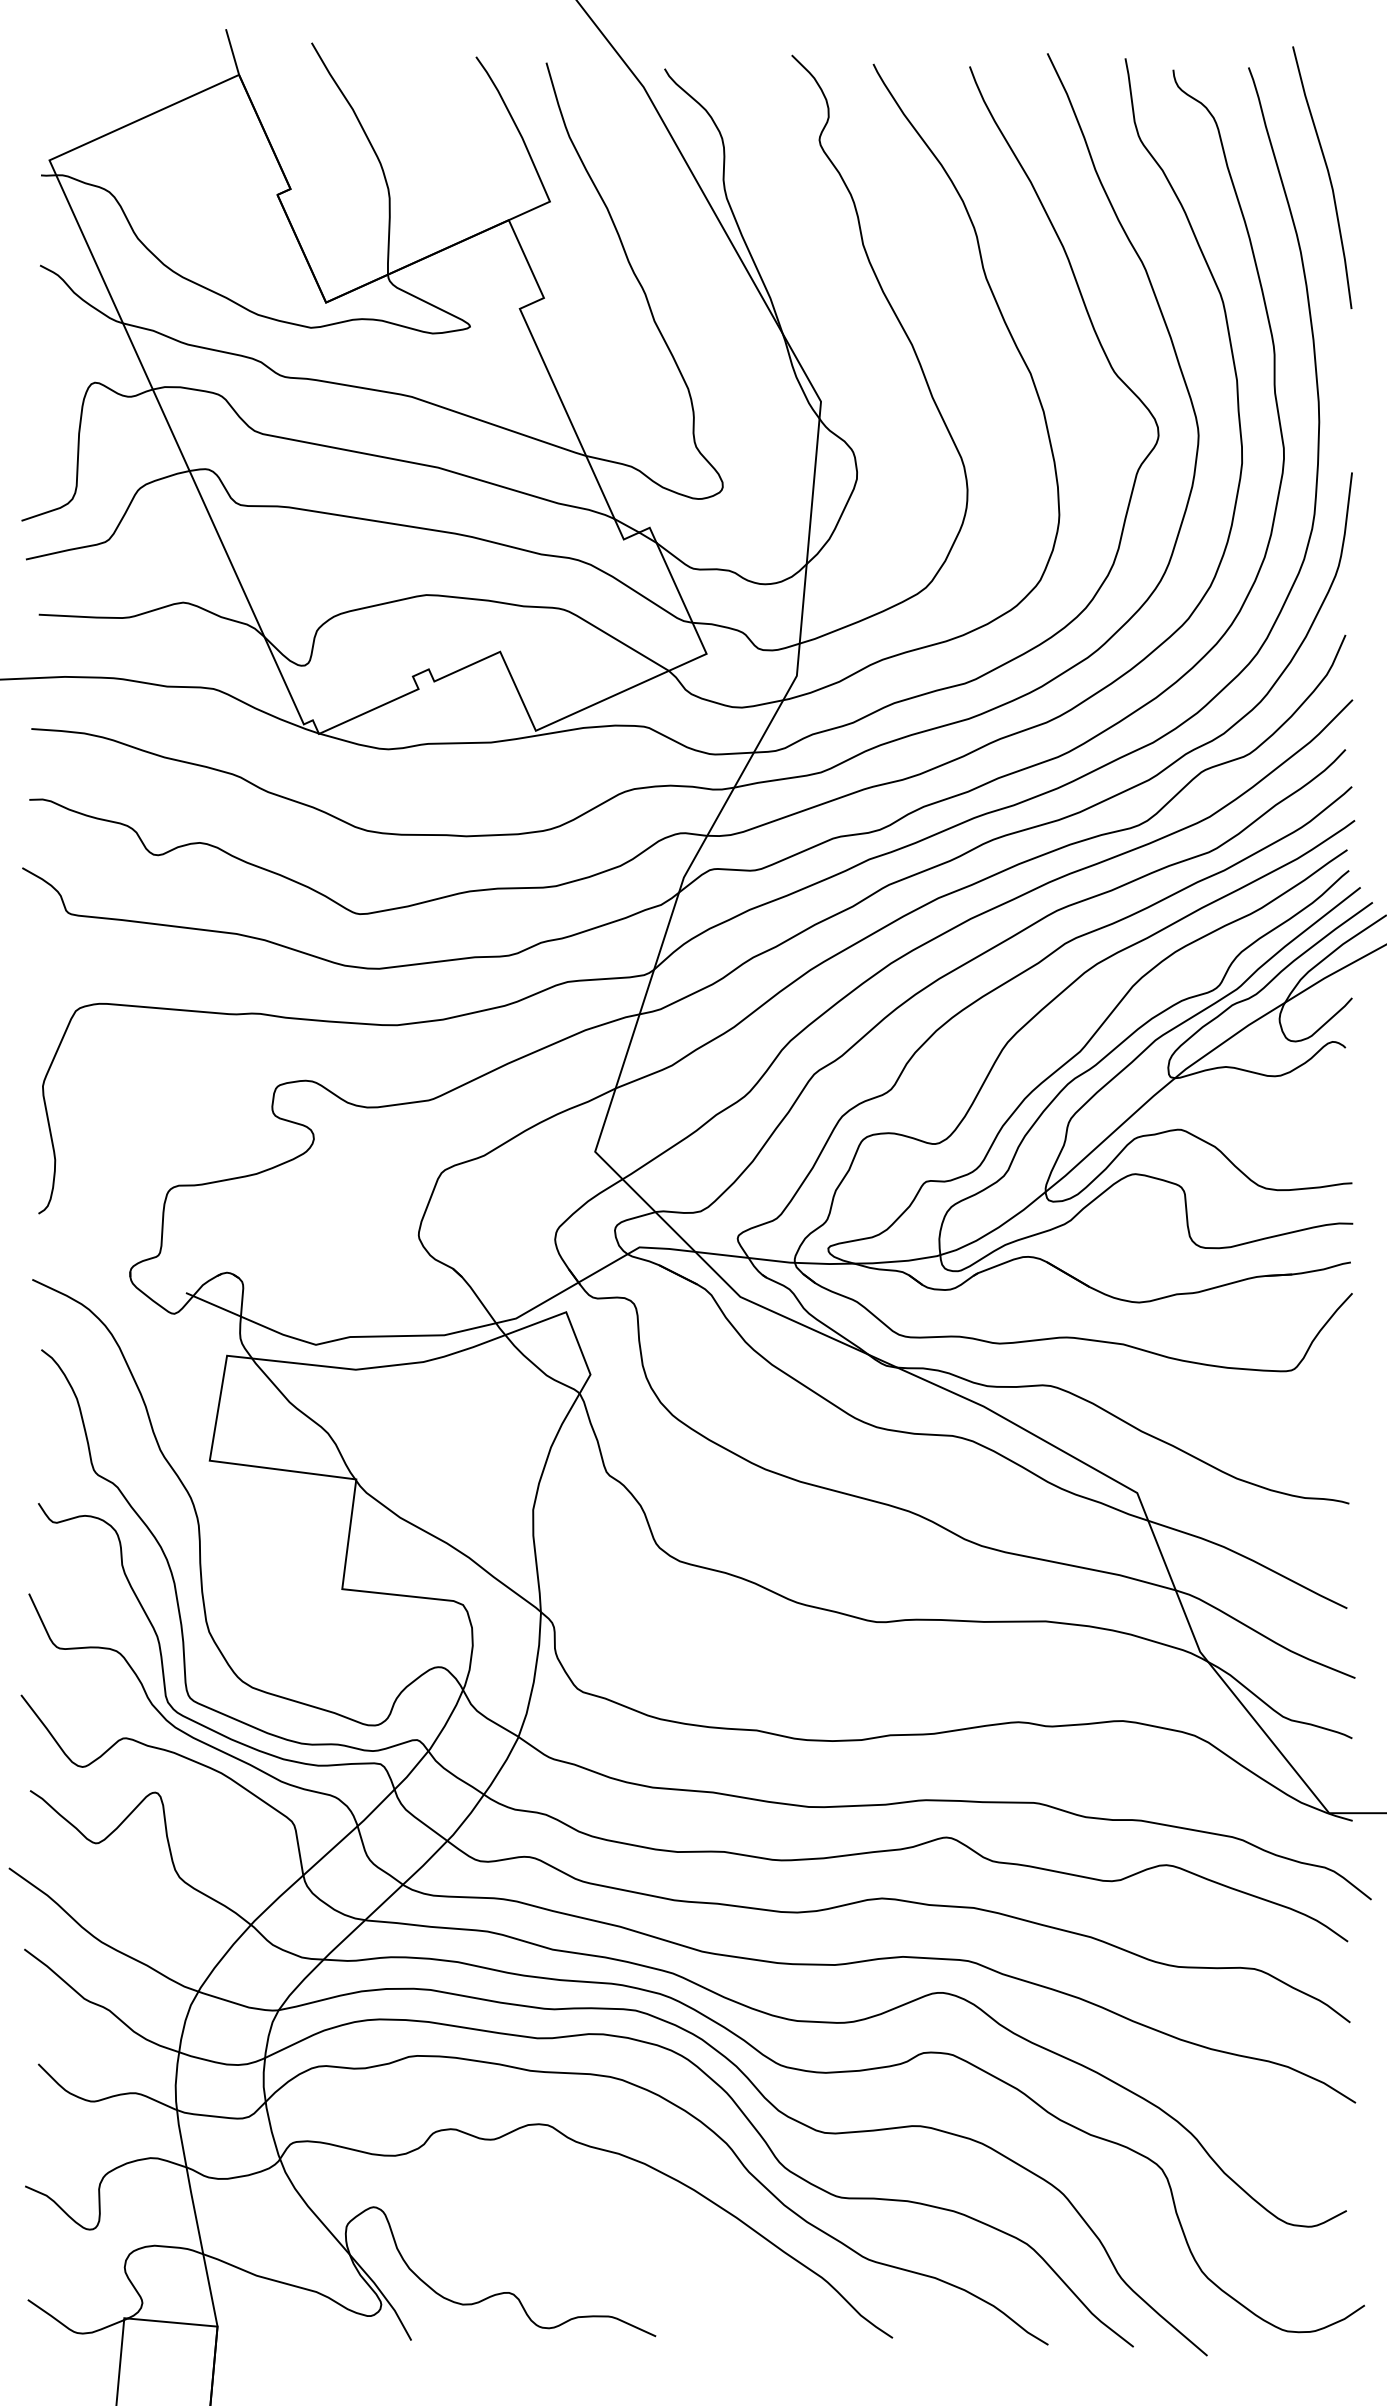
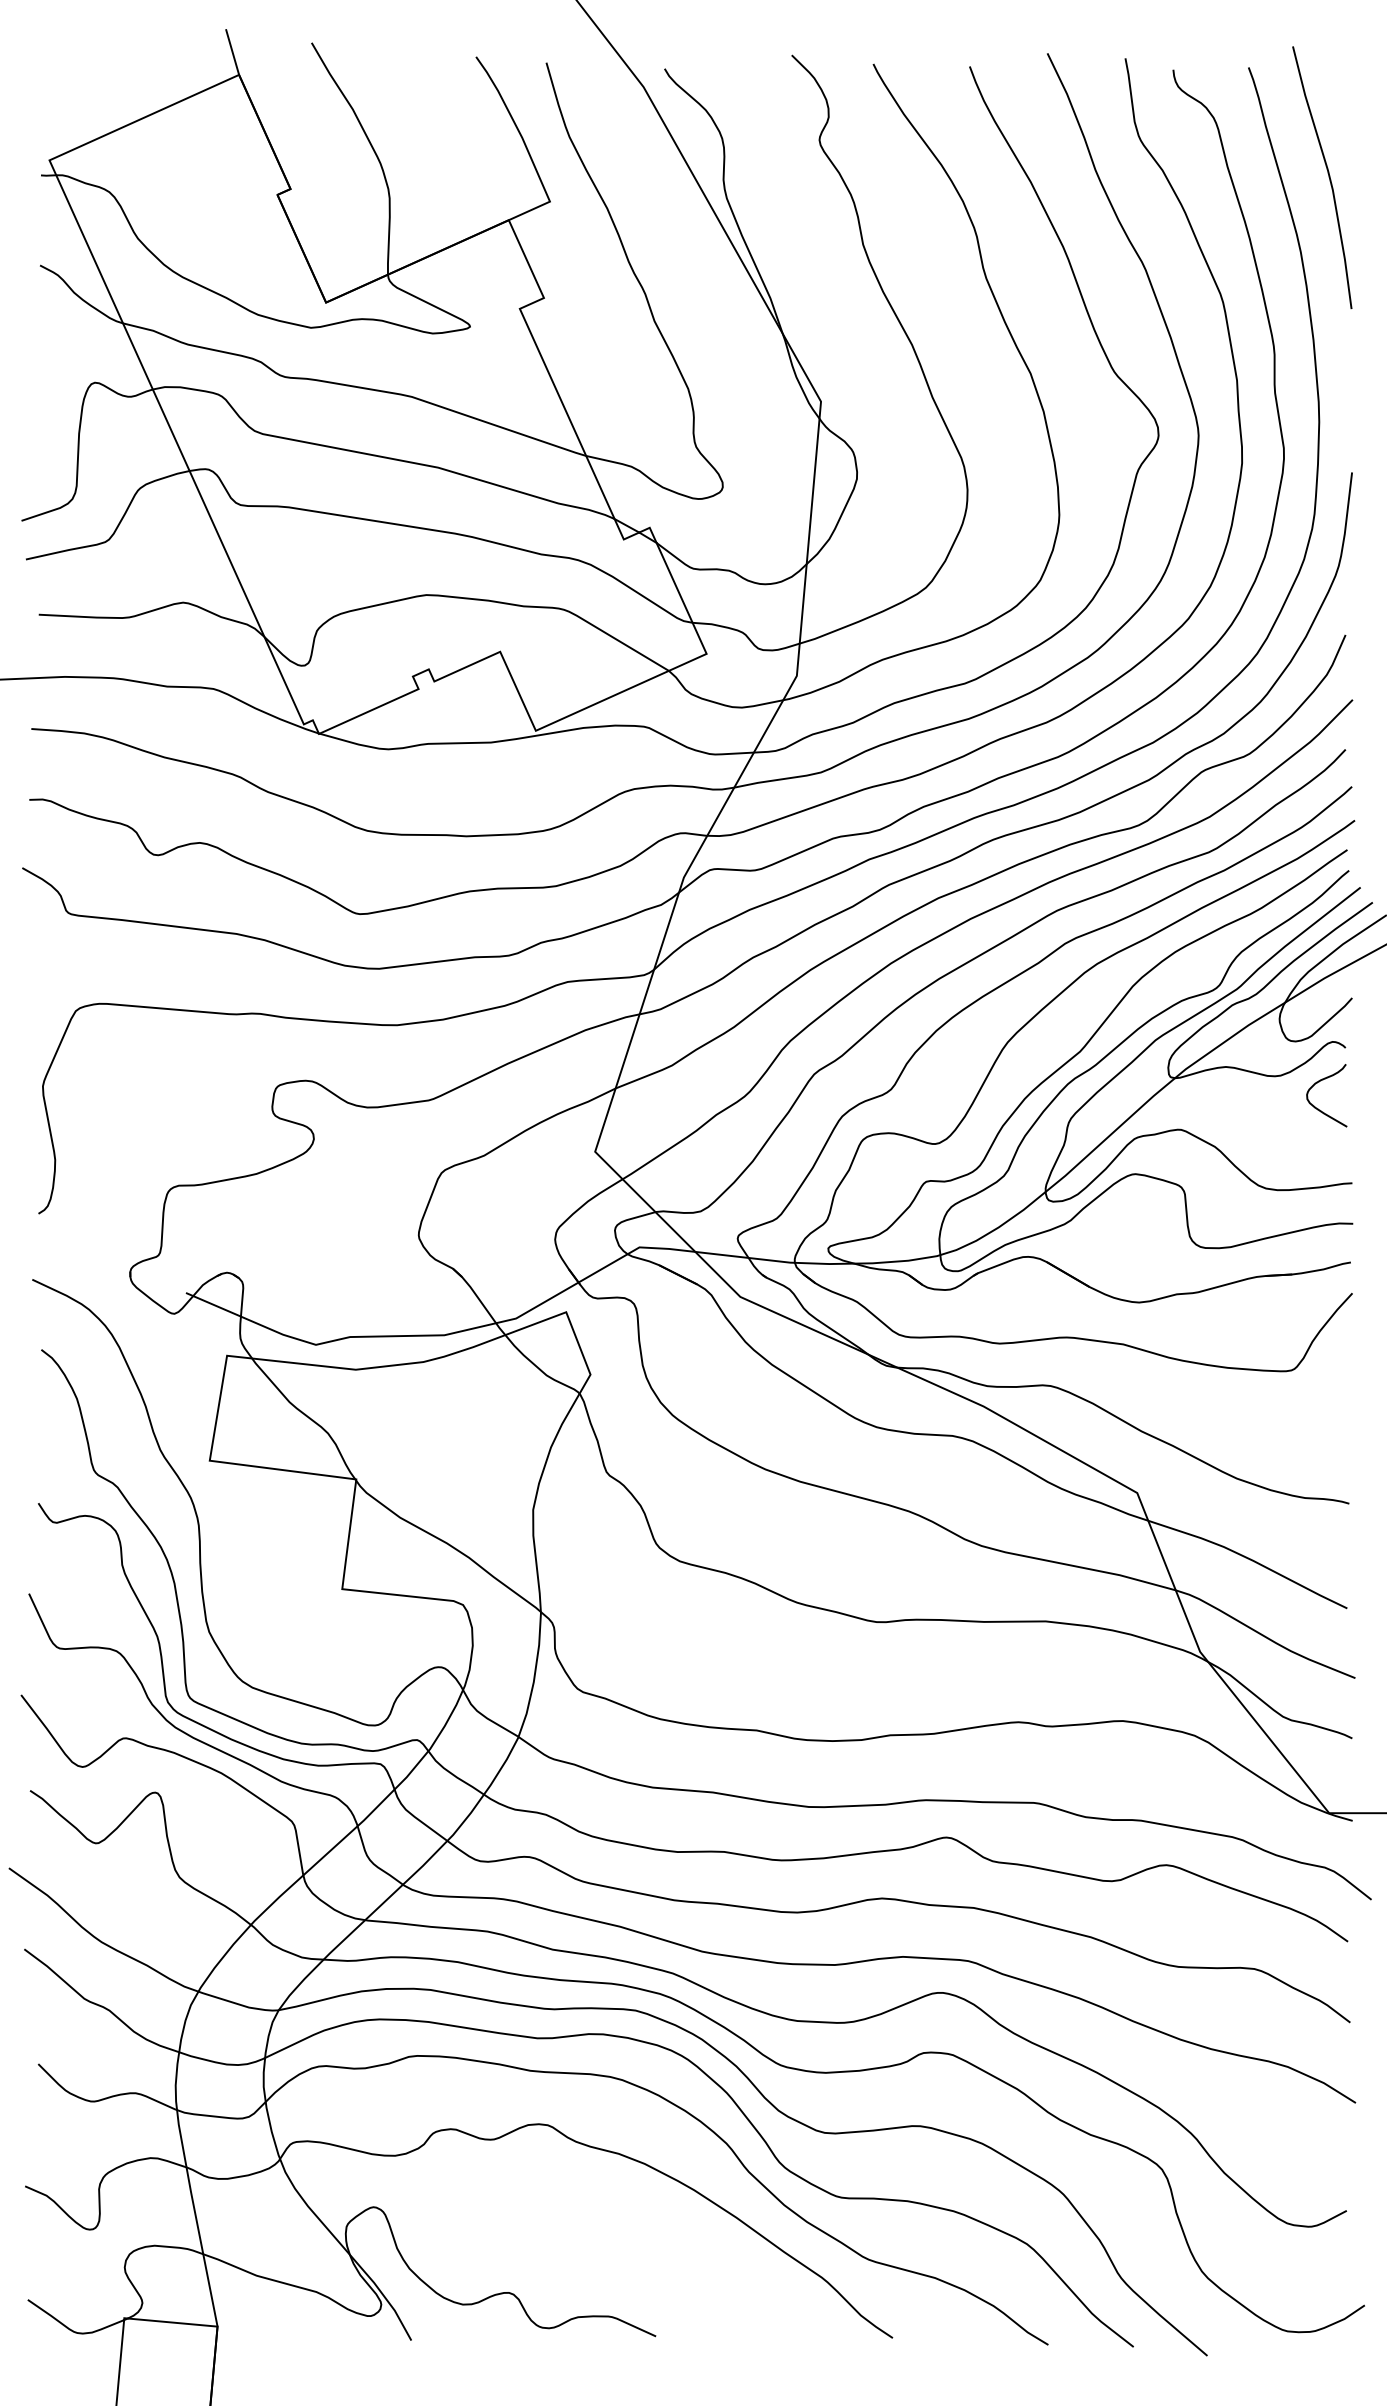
curve at (1319, 1082): none -> present
